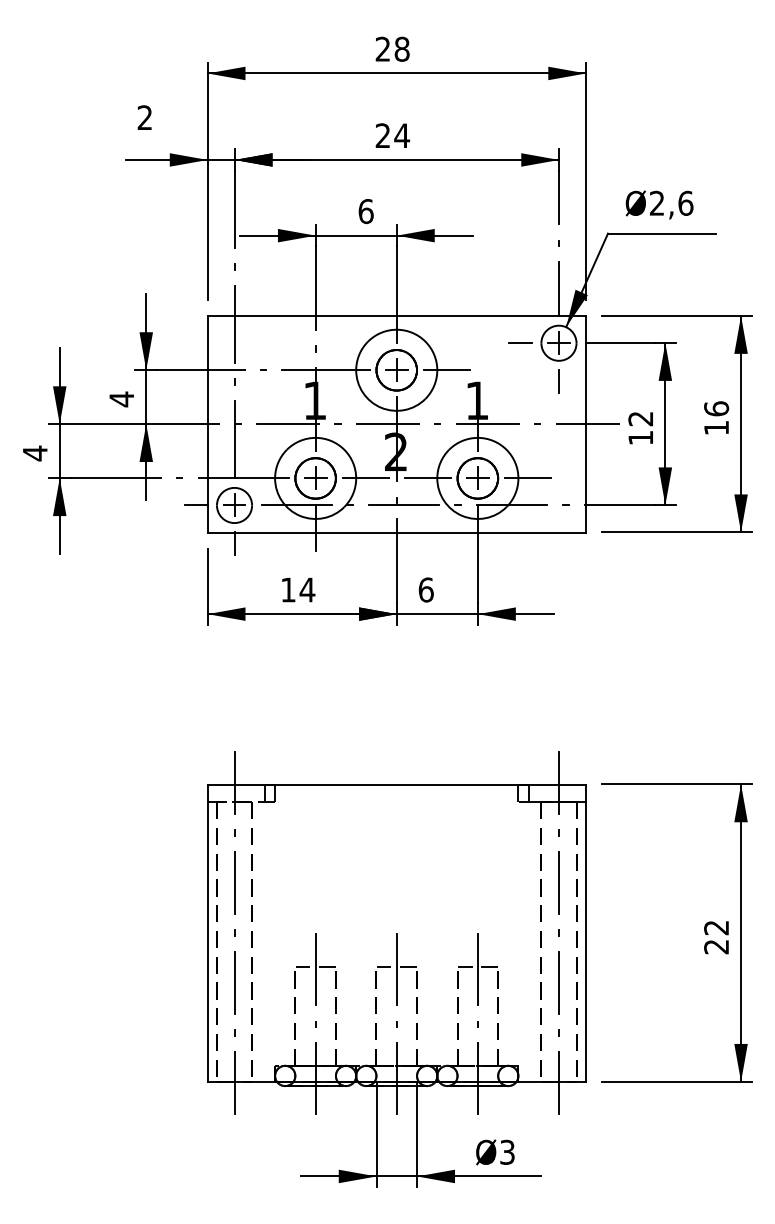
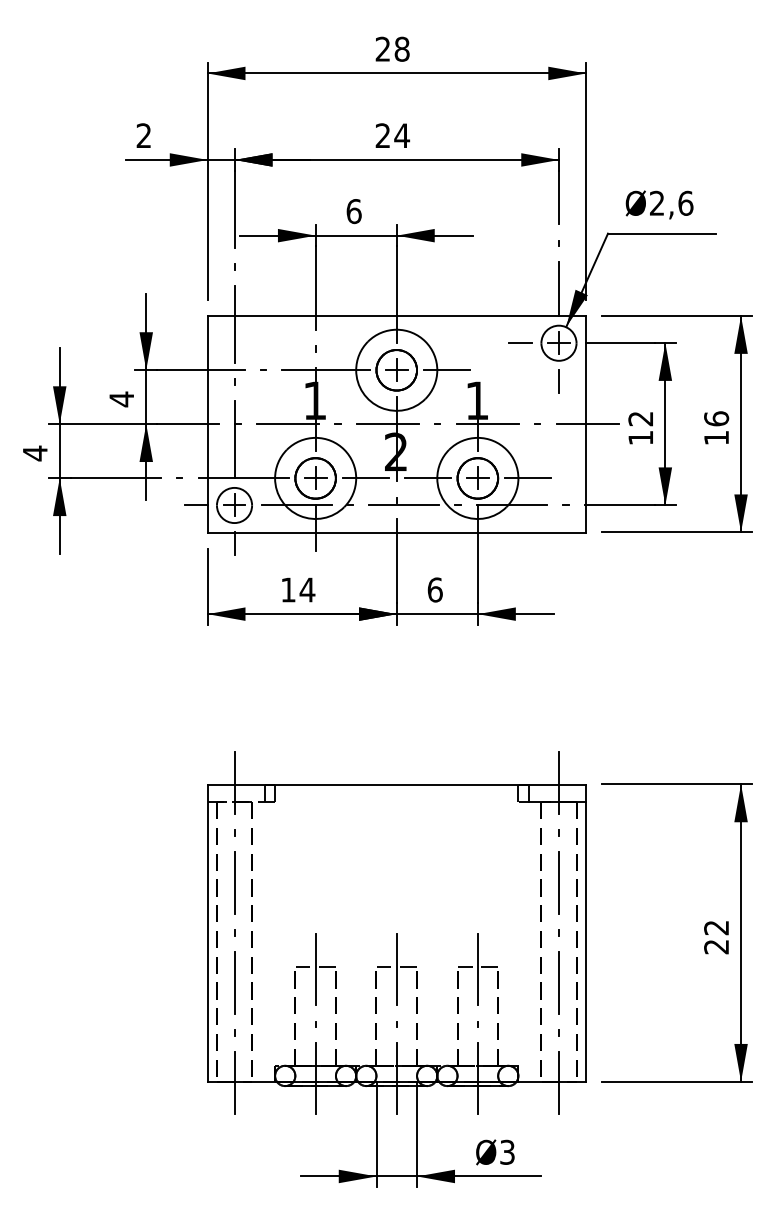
text at (144, 117) position: (144, 117) -> (143, 135)
text at (365, 211) position: (365, 211) -> (353, 211)
text at (716, 417) position: (716, 417) -> (716, 427)
text at (425, 589) position: (425, 589) -> (434, 589)
